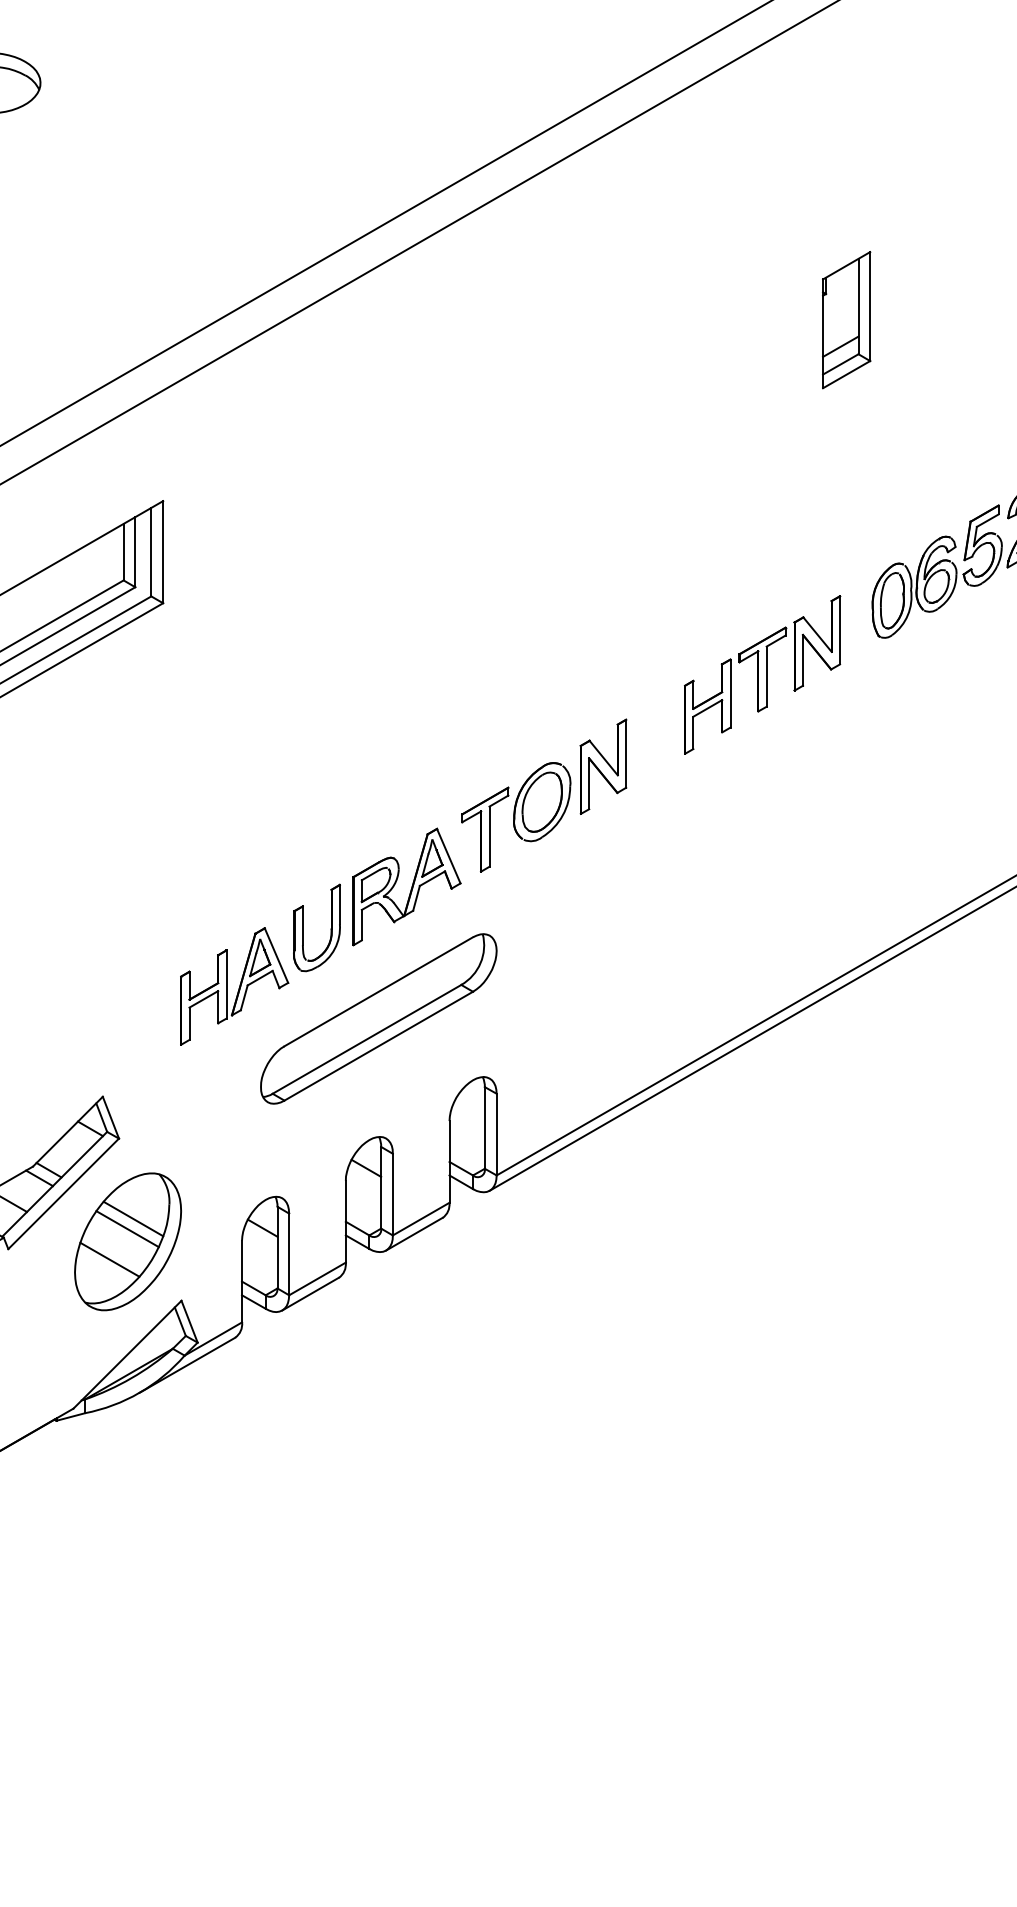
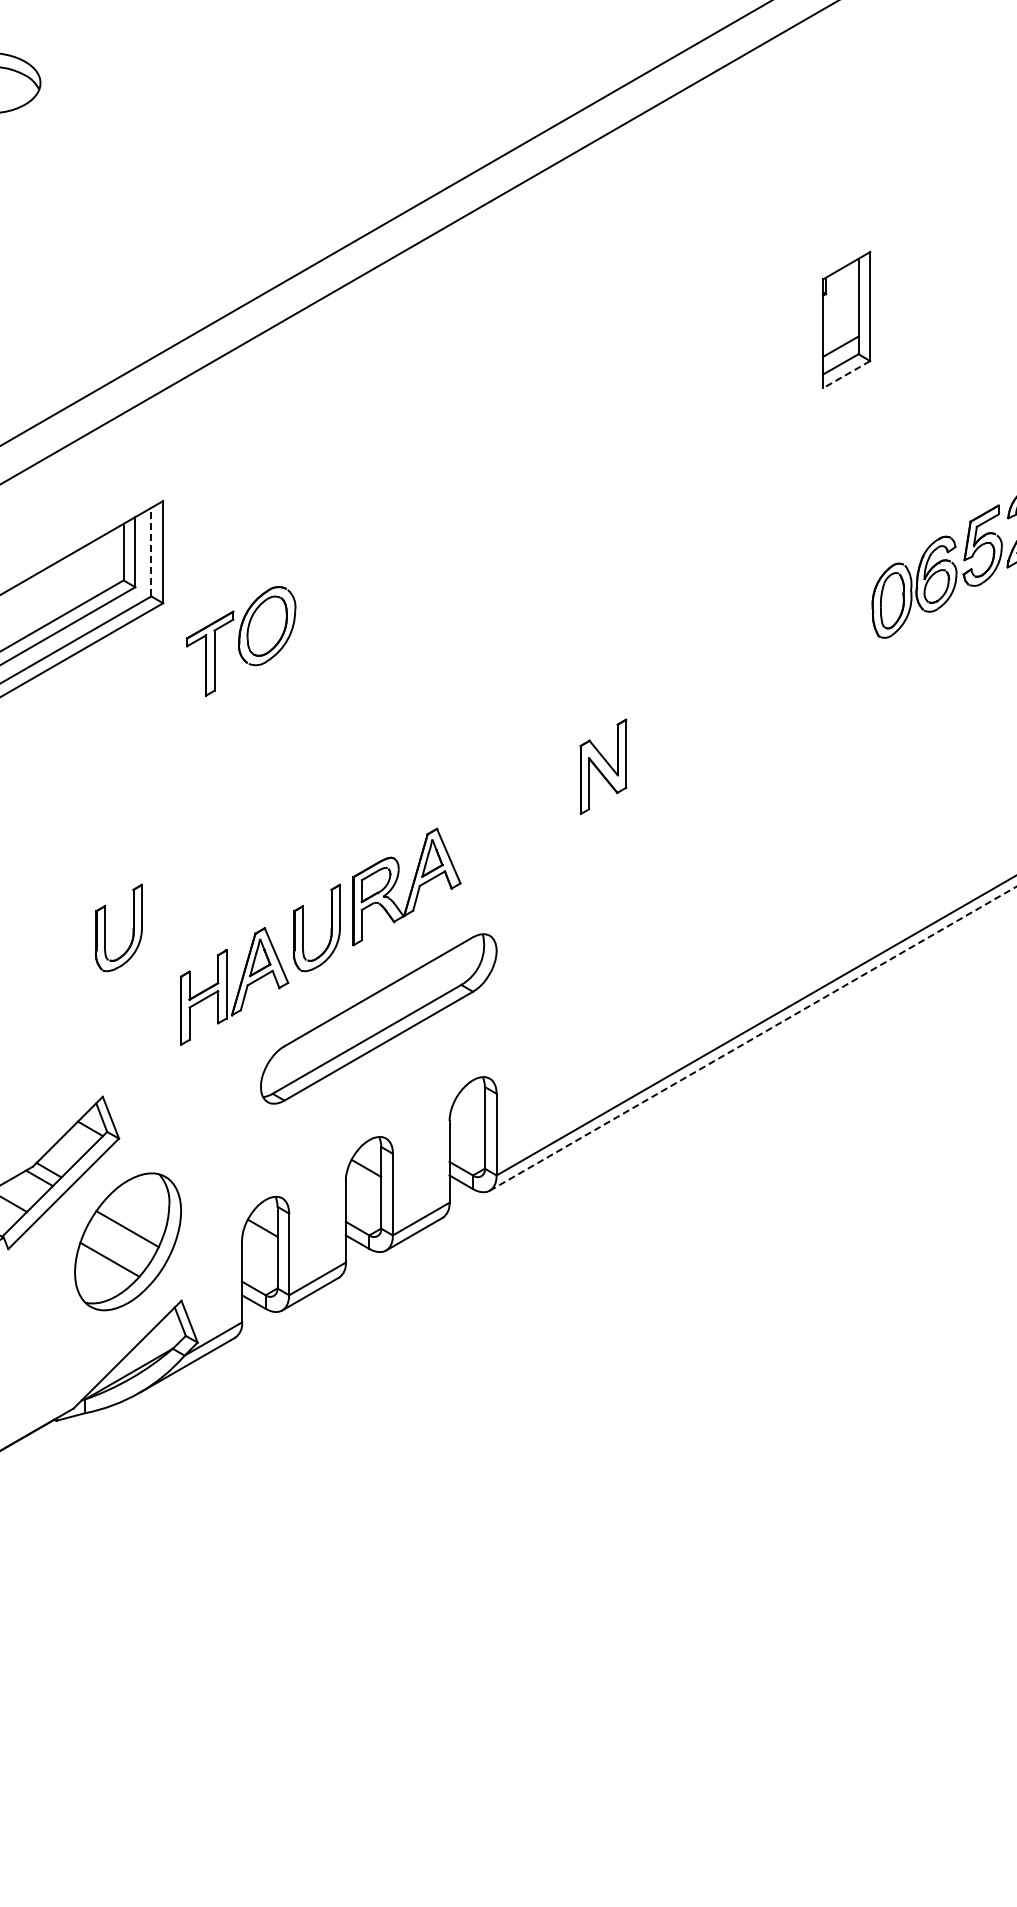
line at (846, 374): solid -> dashed
line at (151, 551): solid -> dashed
part at (762, 674): present -> none
part at (516, 817) position: (516, 817) -> (241, 641)
part at (105, 927): none -> present
line at (753, 1038): solid -> dashed
line at (133, 1218): present -> none
